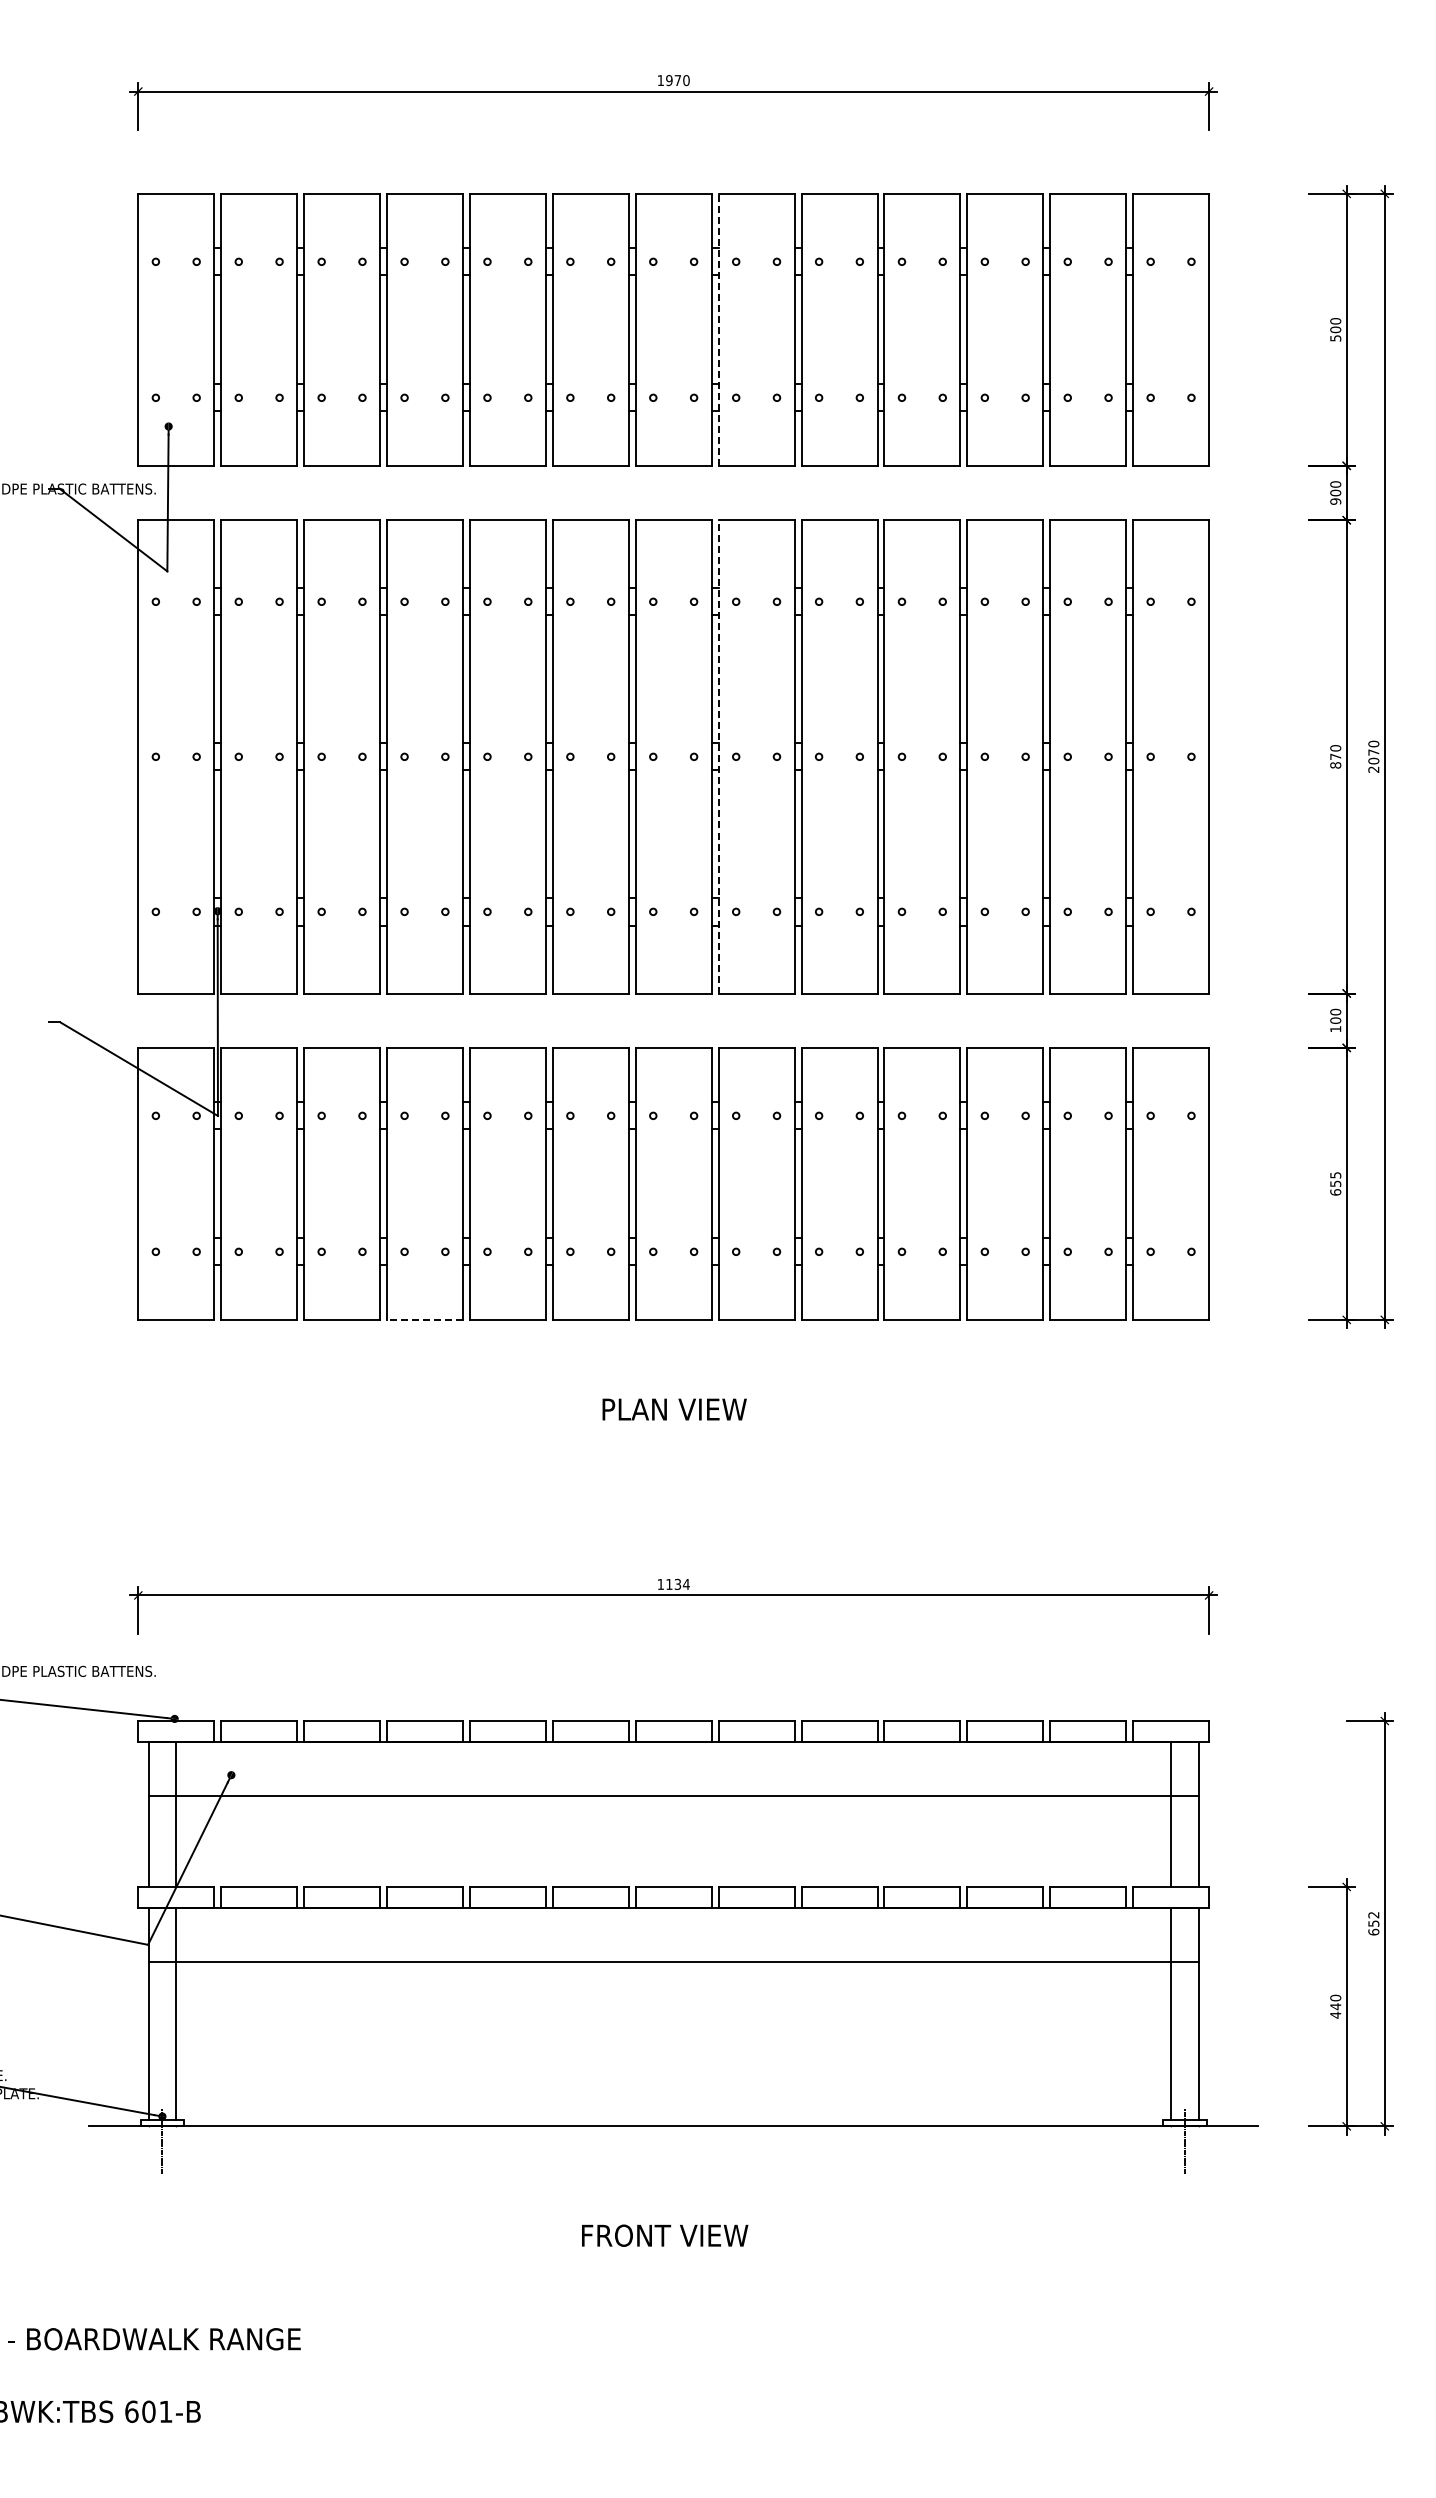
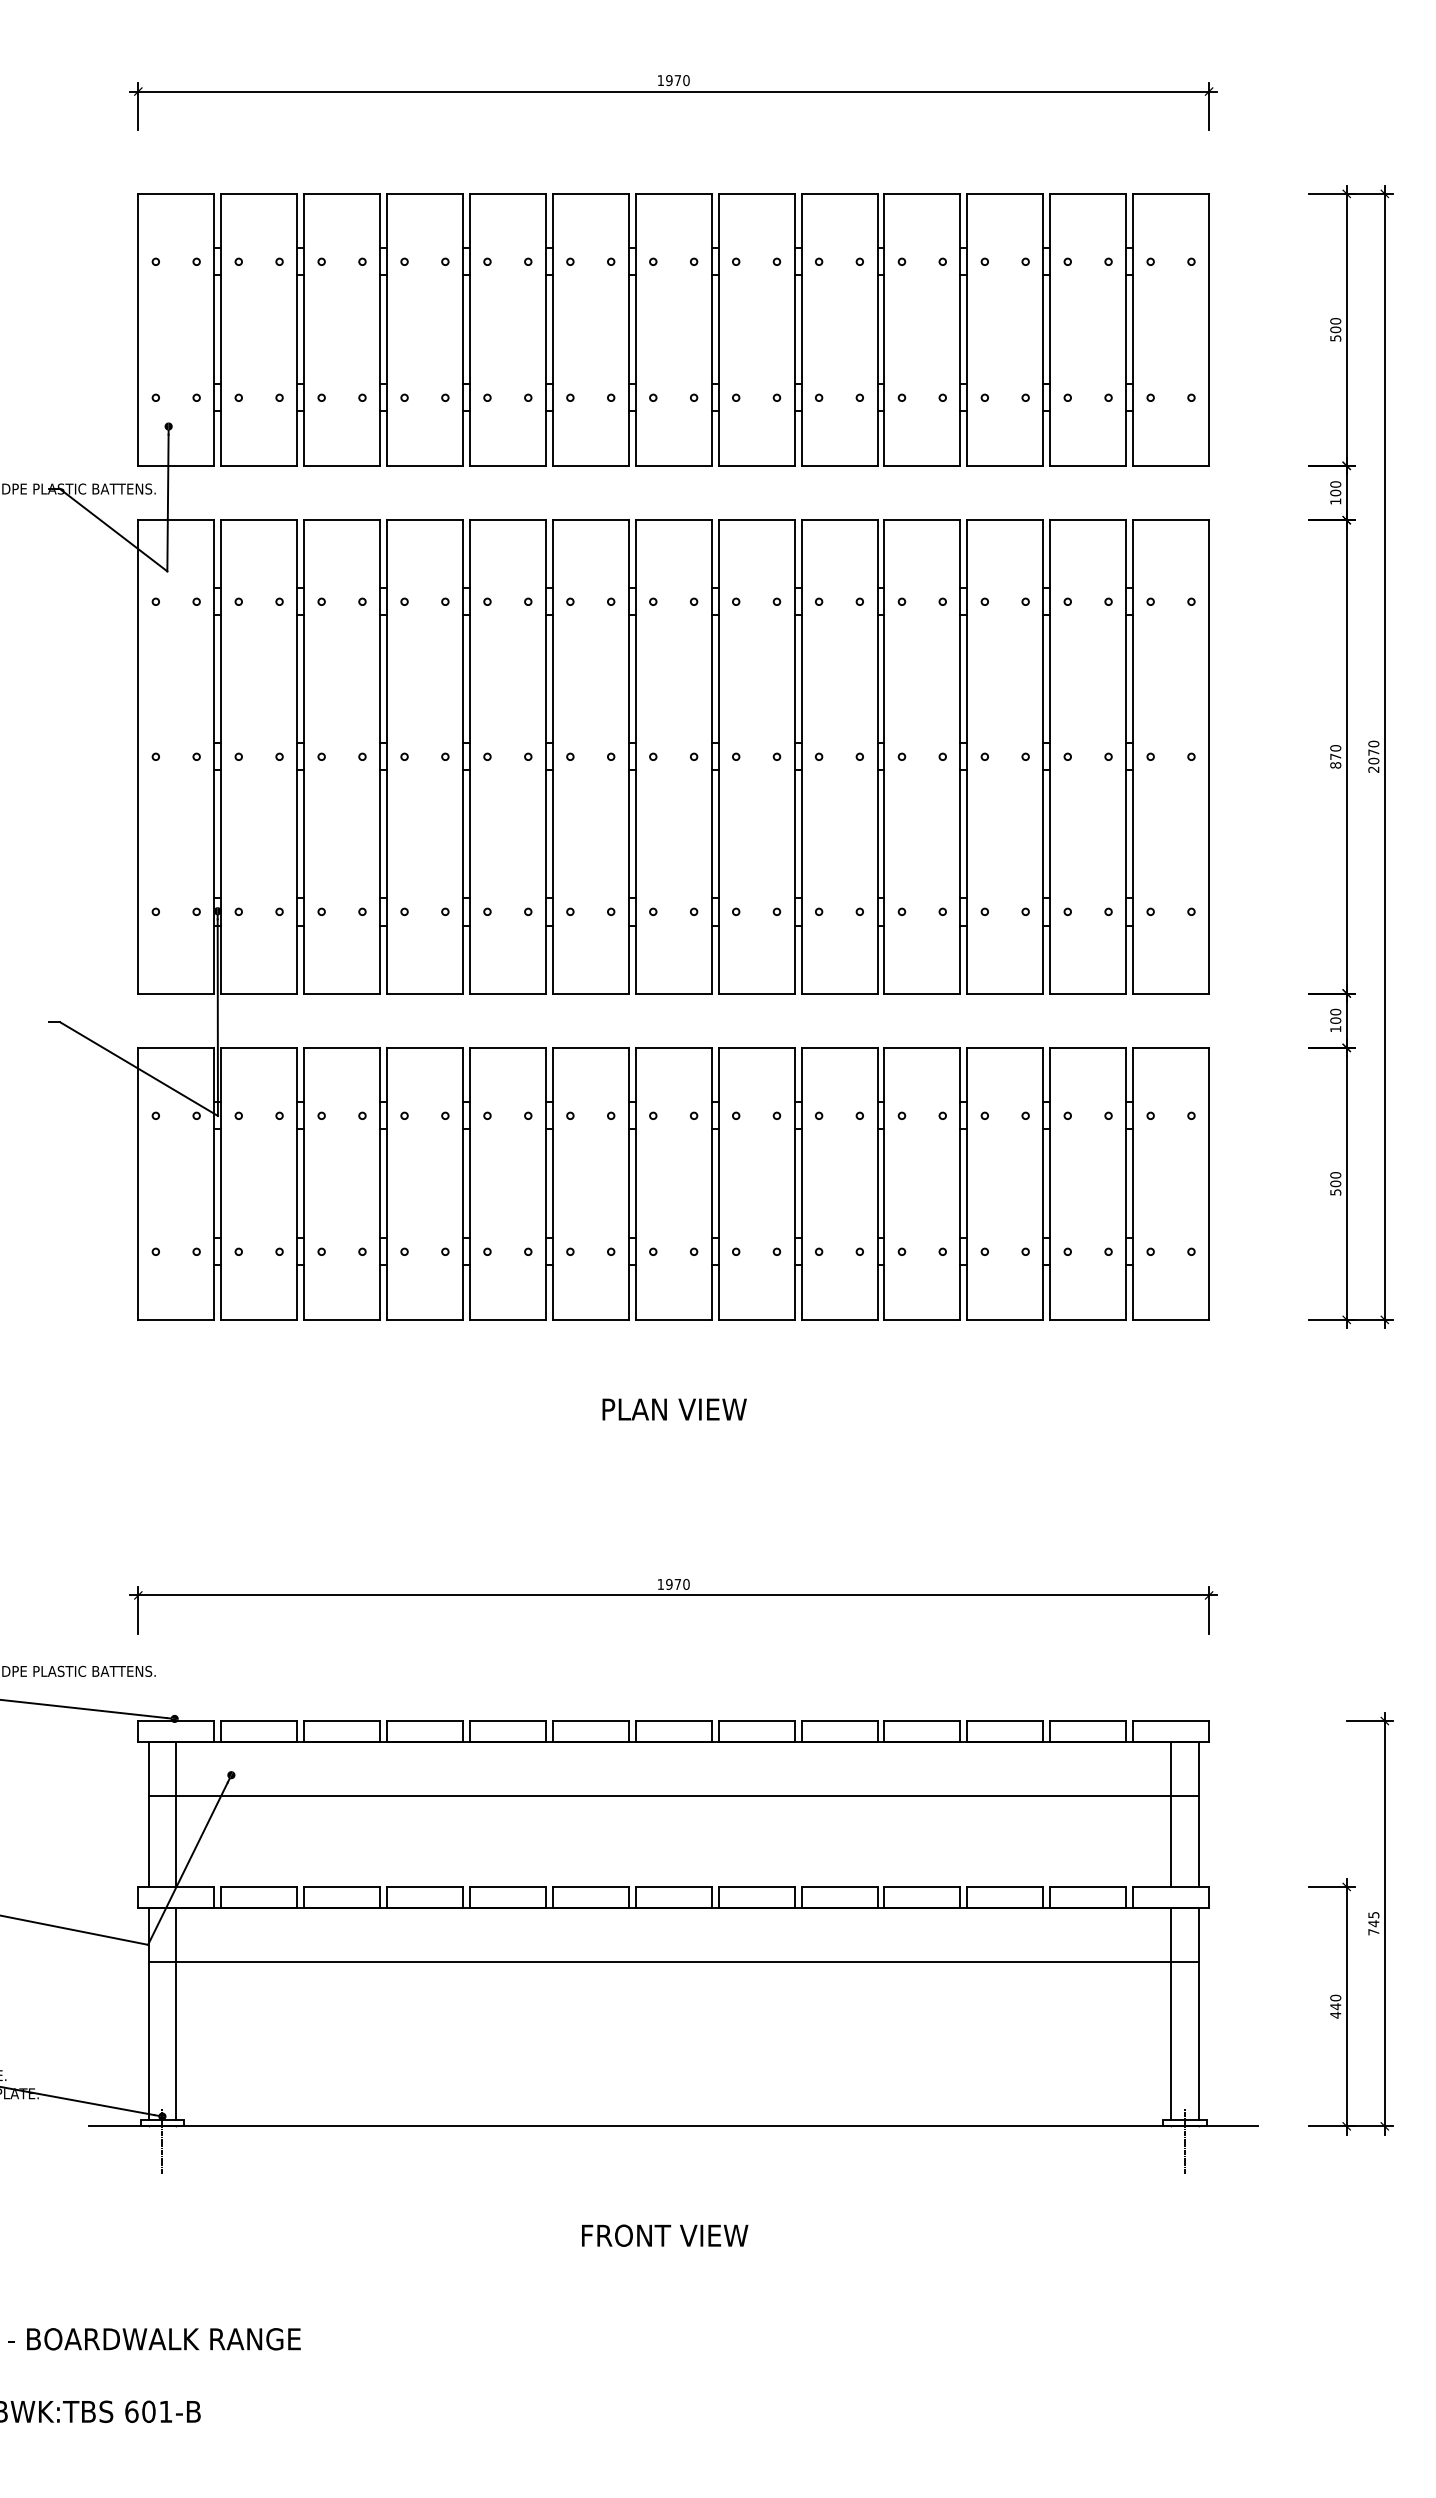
line at (718, 329): dashed -> solid
text at (1335, 501): 900 -> 100
line at (718, 756): dashed -> solid
text at (1335, 1183): 655 -> 500
line at (425, 1319): dashed -> solid
text at (677, 1583): 1134 -> 1970
text at (1373, 1923): 652 -> 745
